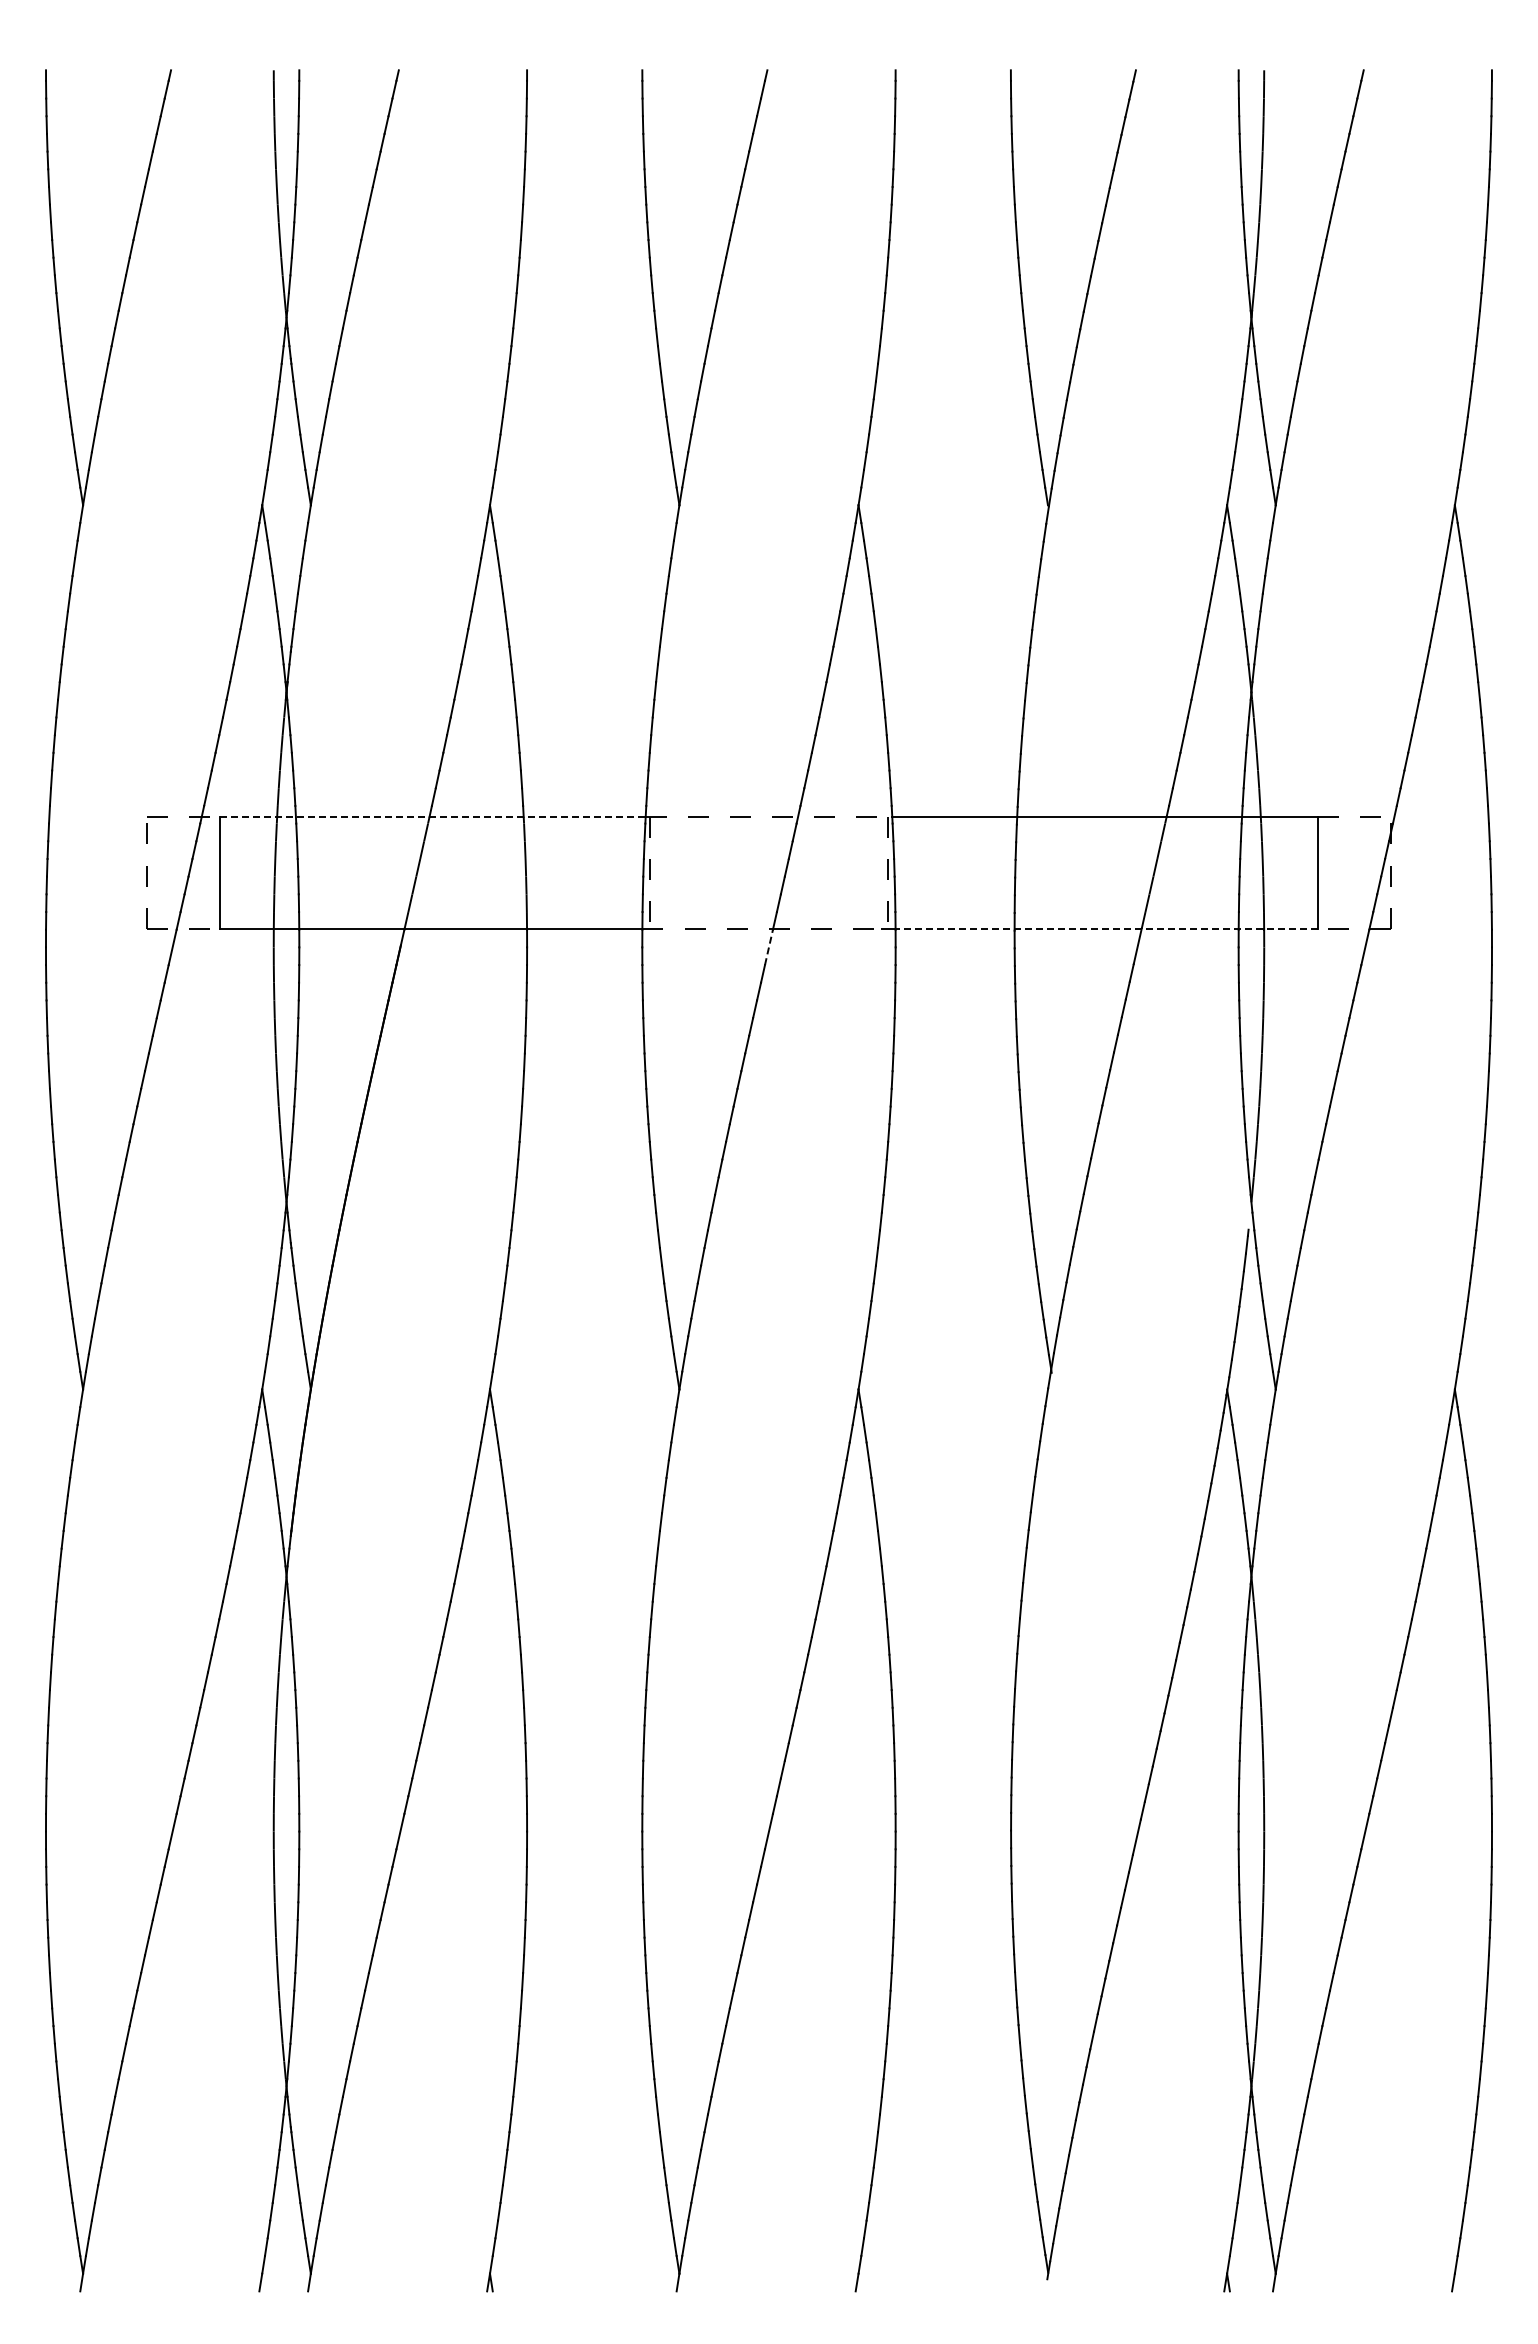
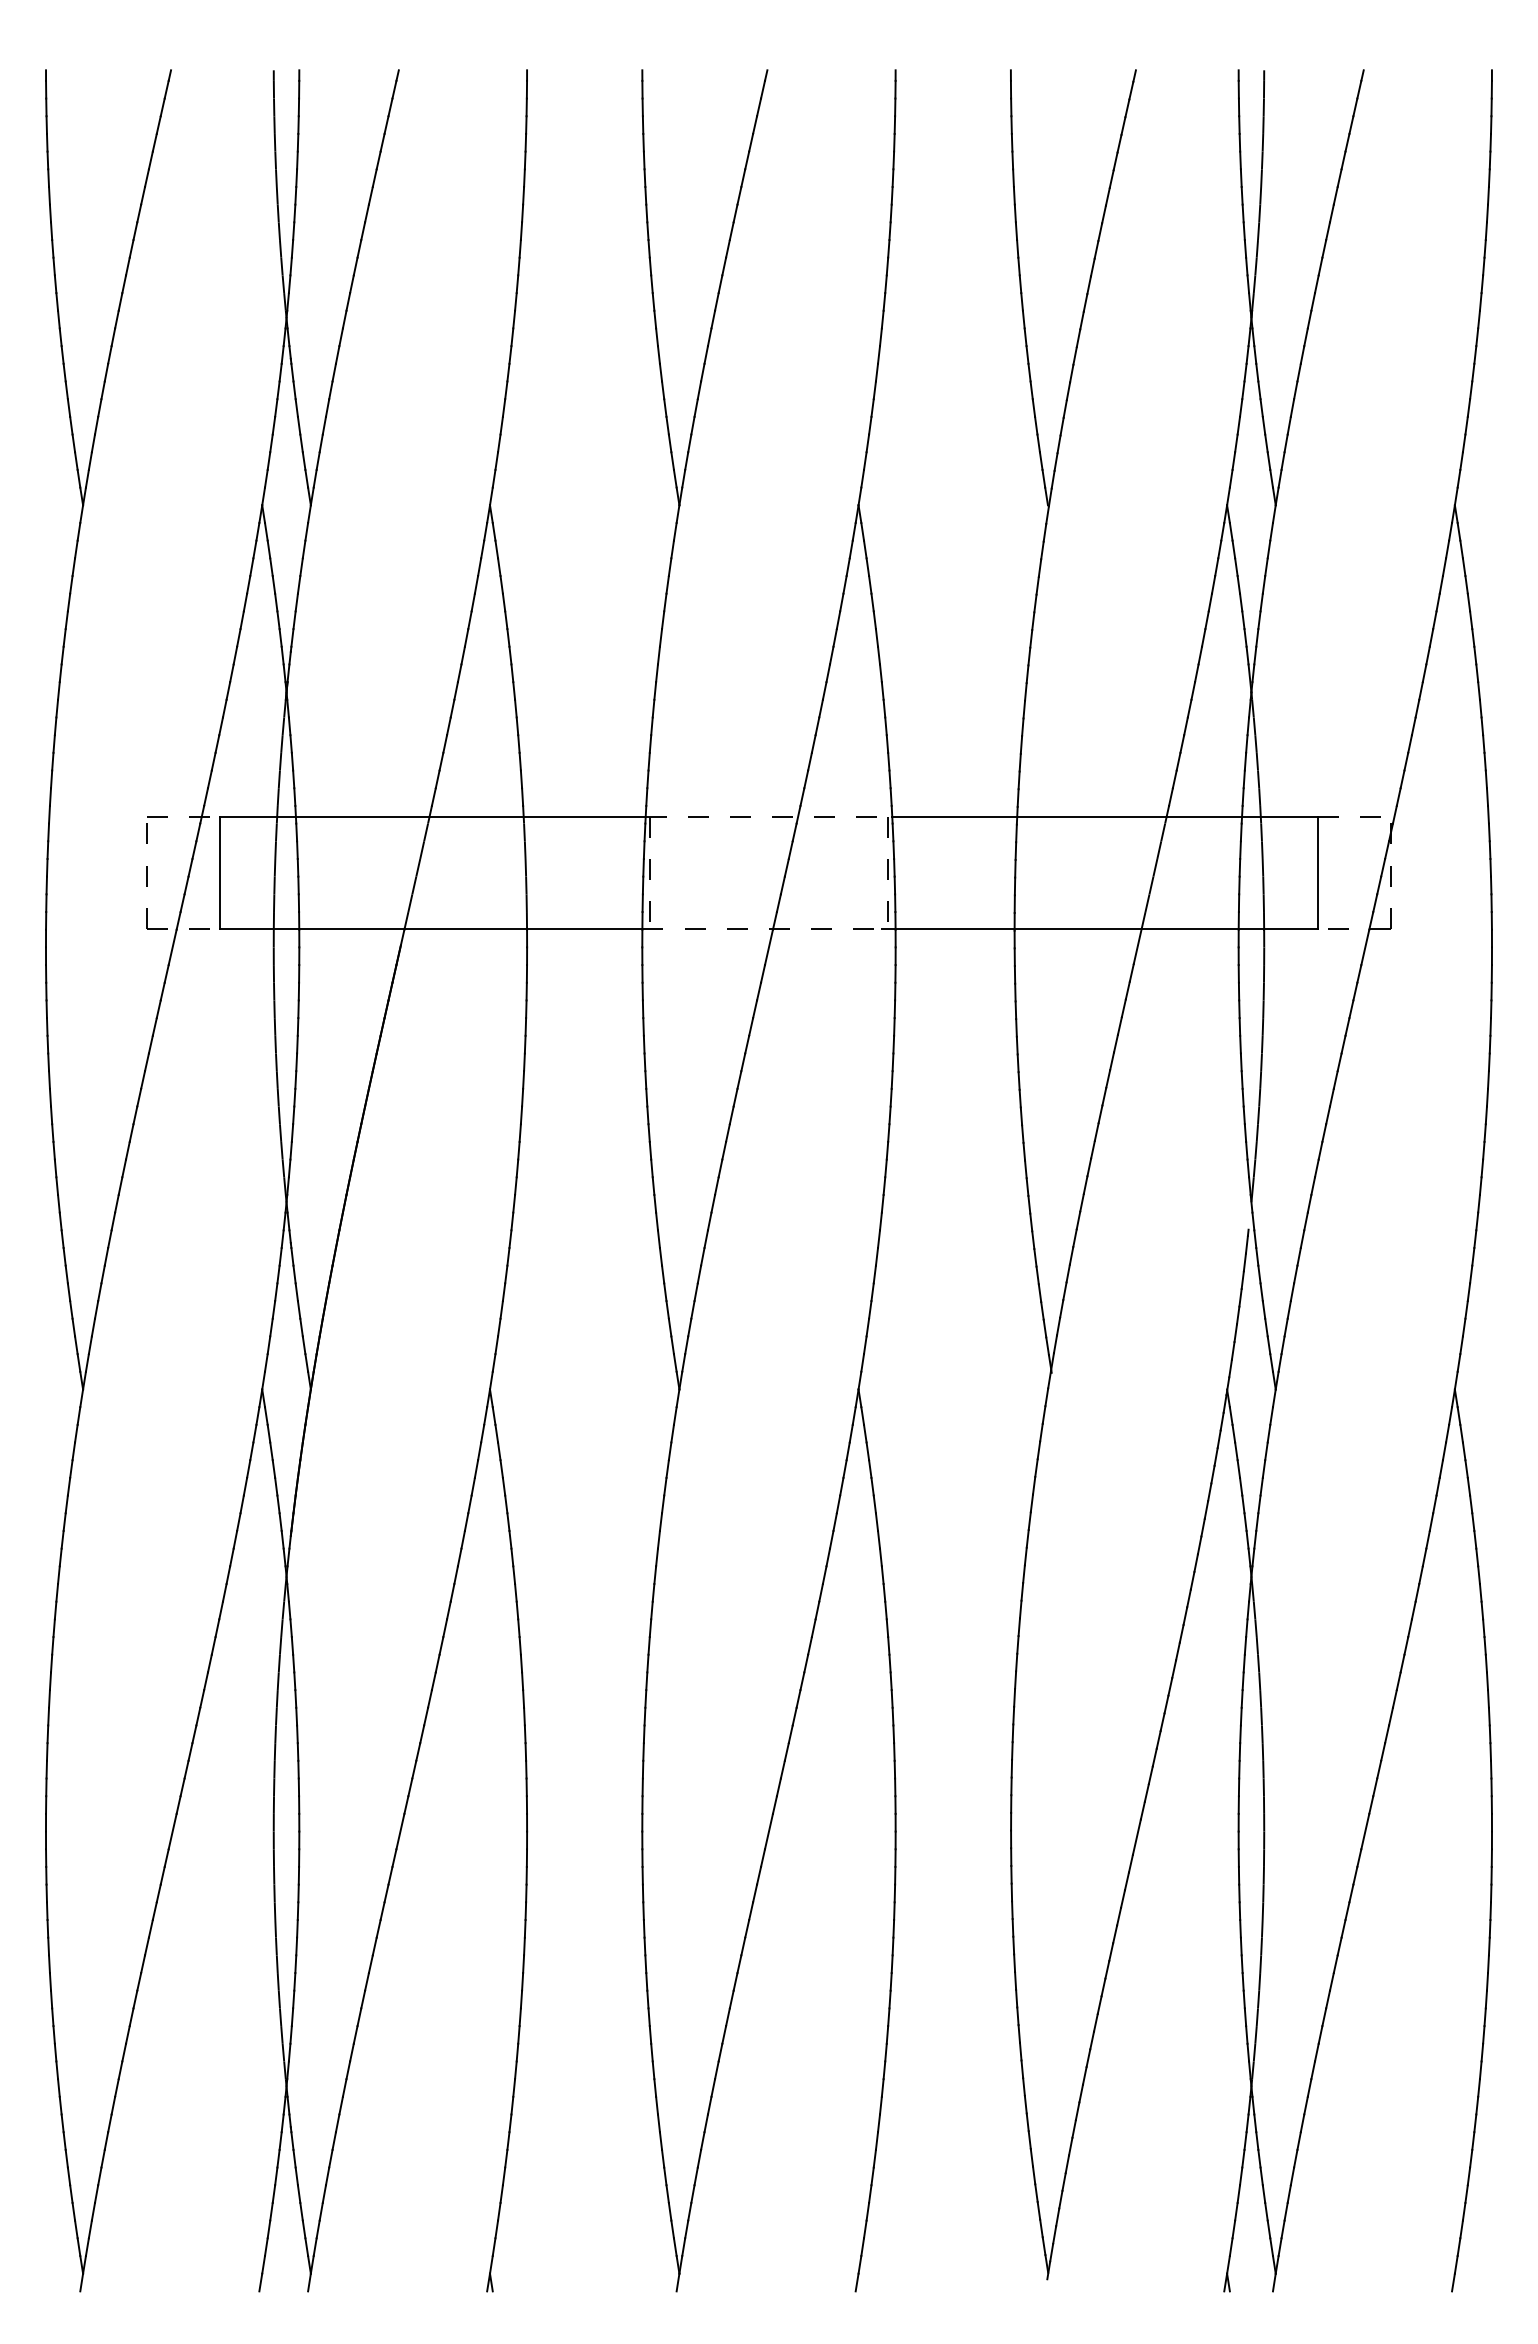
line at (432, 816): dashed -> solid
line at (1106, 928): dashed -> solid
line at (769, 946): dashed -> solid
